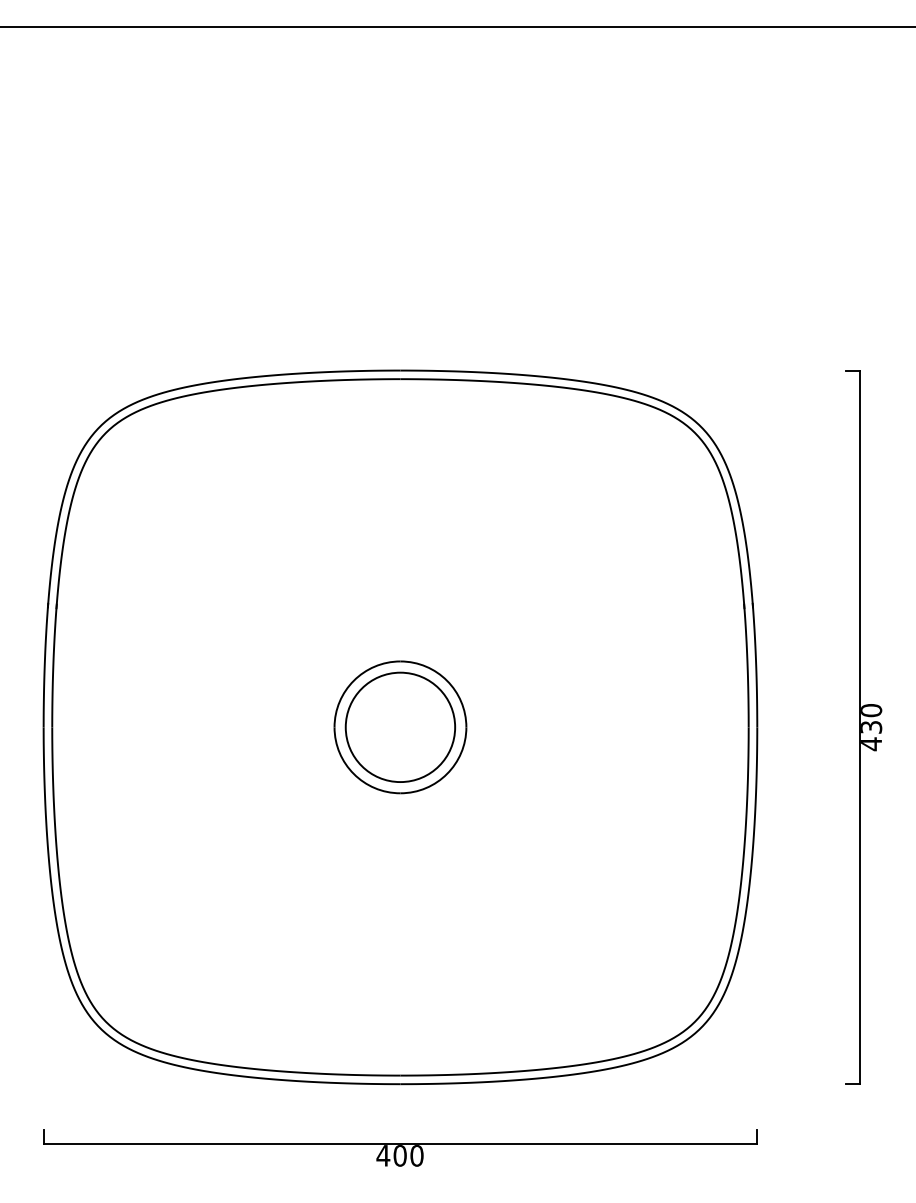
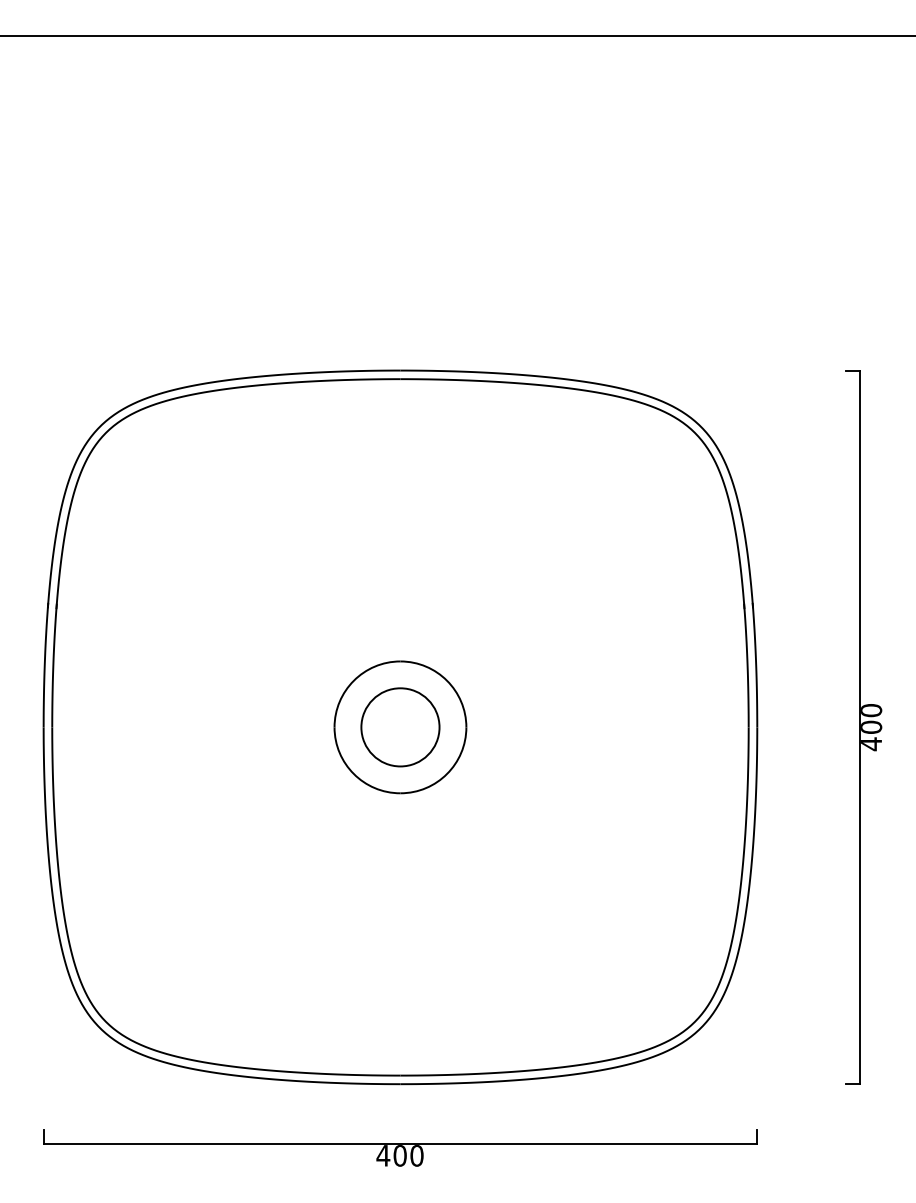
line at (457, 27) position: (457, 27) -> (457, 36)
text at (871, 726): 430 -> 400
circle at (400, 727) diameter: 109 px -> 78 px
